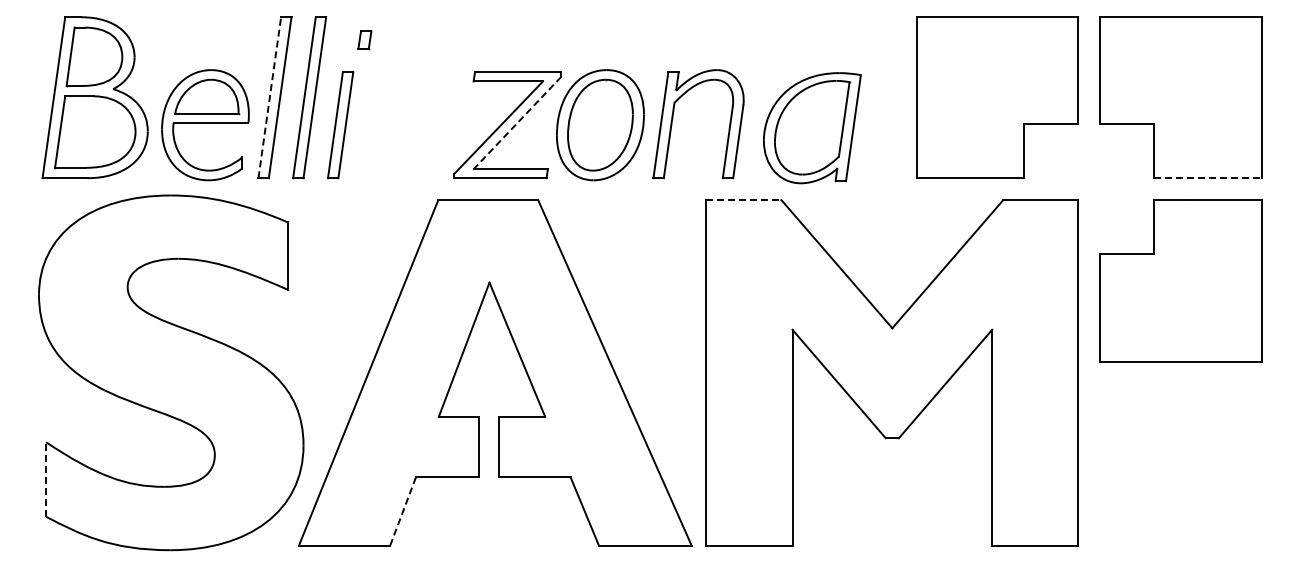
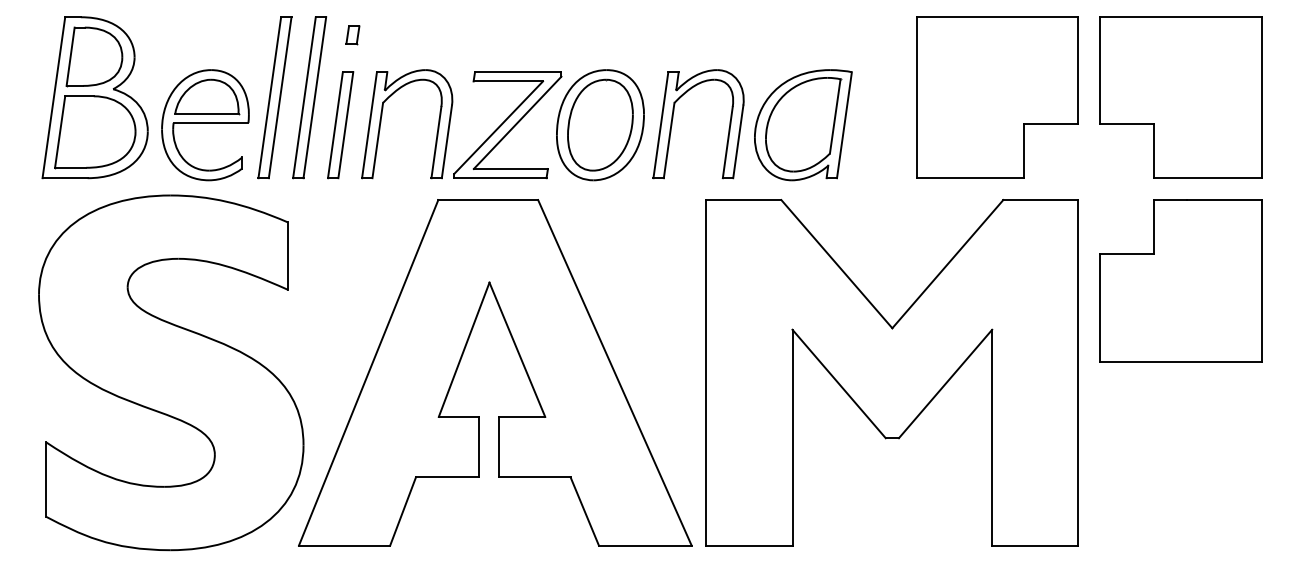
part at (364, 40) position: (364, 40) -> (352, 35)
line at (269, 97): dashed -> solid
line at (517, 122): dashed -> solid
part at (381, 123): none -> present
part at (812, 128) position: (812, 128) -> (803, 125)
line at (1208, 178): dashed -> solid
line at (744, 200): dashed -> solid
line at (46, 479): dashed -> solid
line at (403, 511): dashed -> solid
